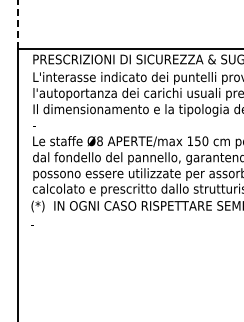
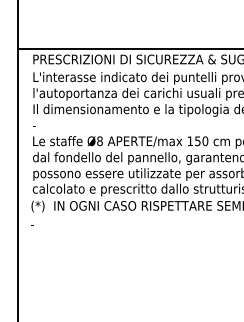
line at (17, 24): dashed -> solid
